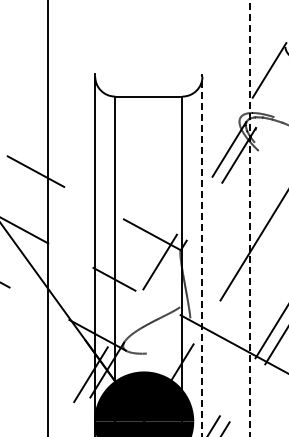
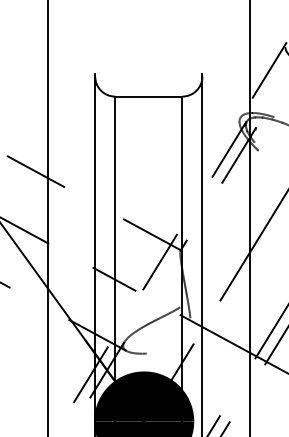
line at (250, 218): dashed -> solid
line at (202, 255): dashed -> solid
